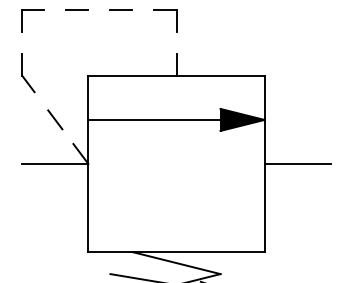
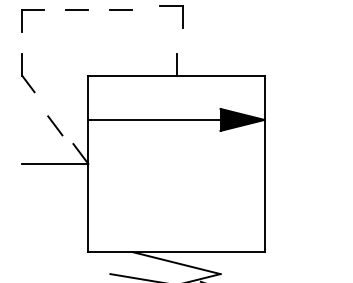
part at (165, 10) position: (165, 10) -> (171, 6)
line at (55, 119) position: (55, 119) -> (55, 125)
line at (297, 163): present -> none
